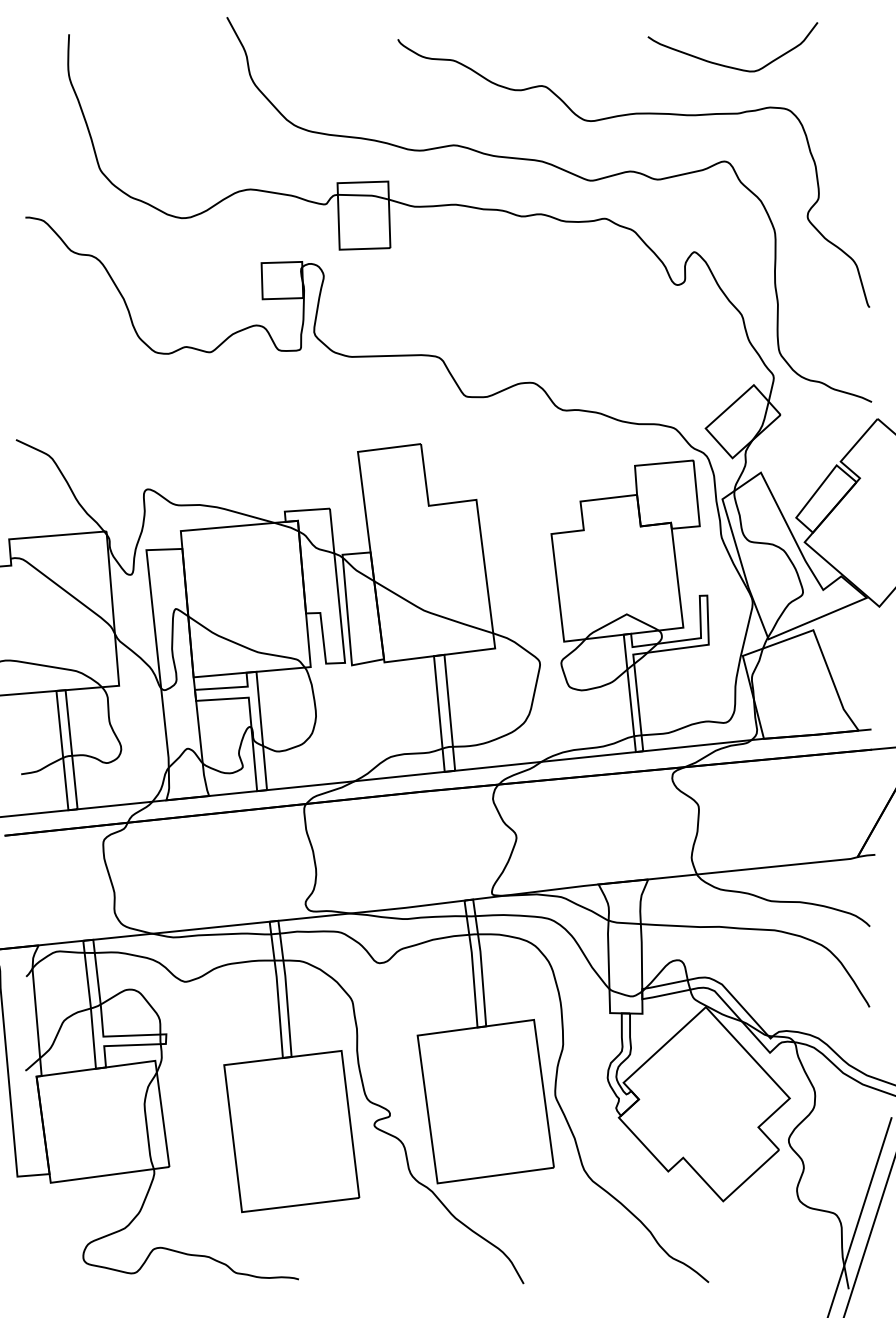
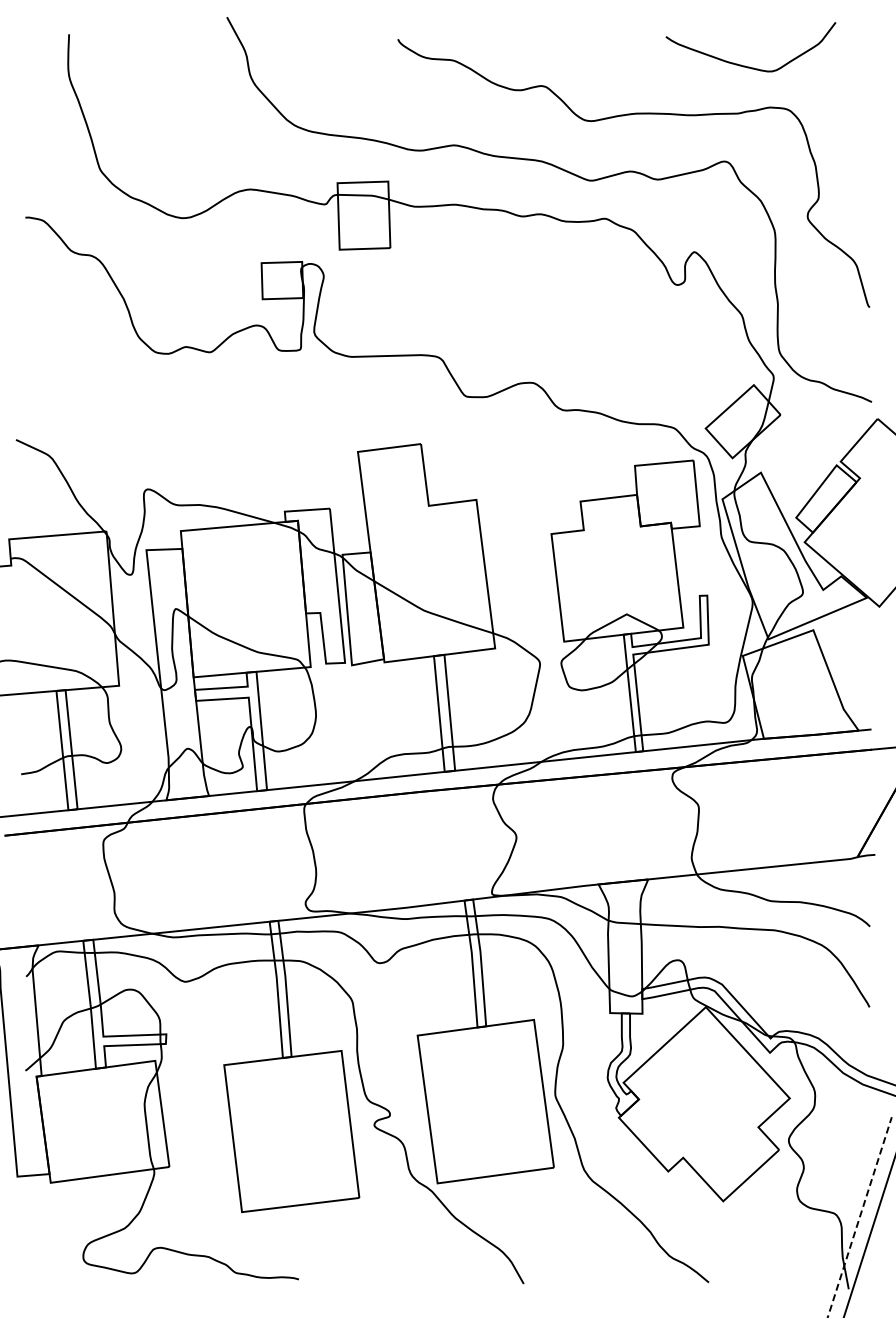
curve at (727, 65) position: (727, 65) -> (745, 65)
line at (859, 1216): solid -> dashed
